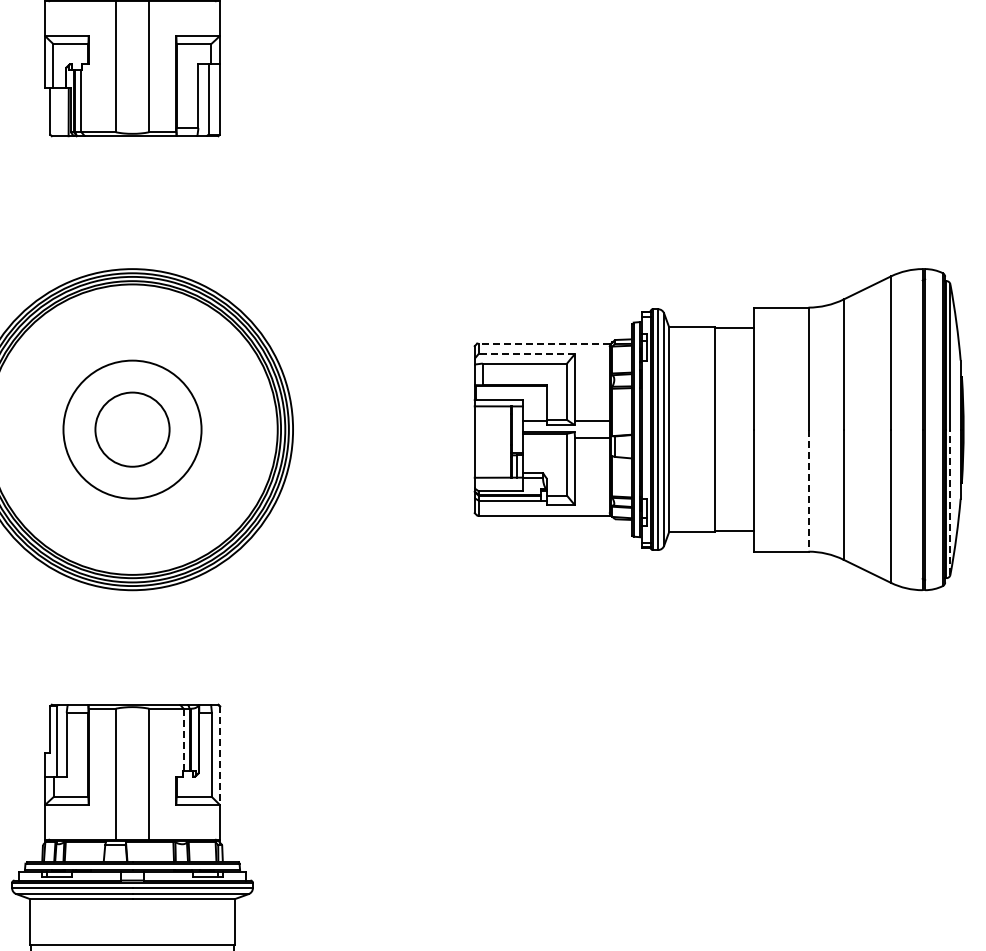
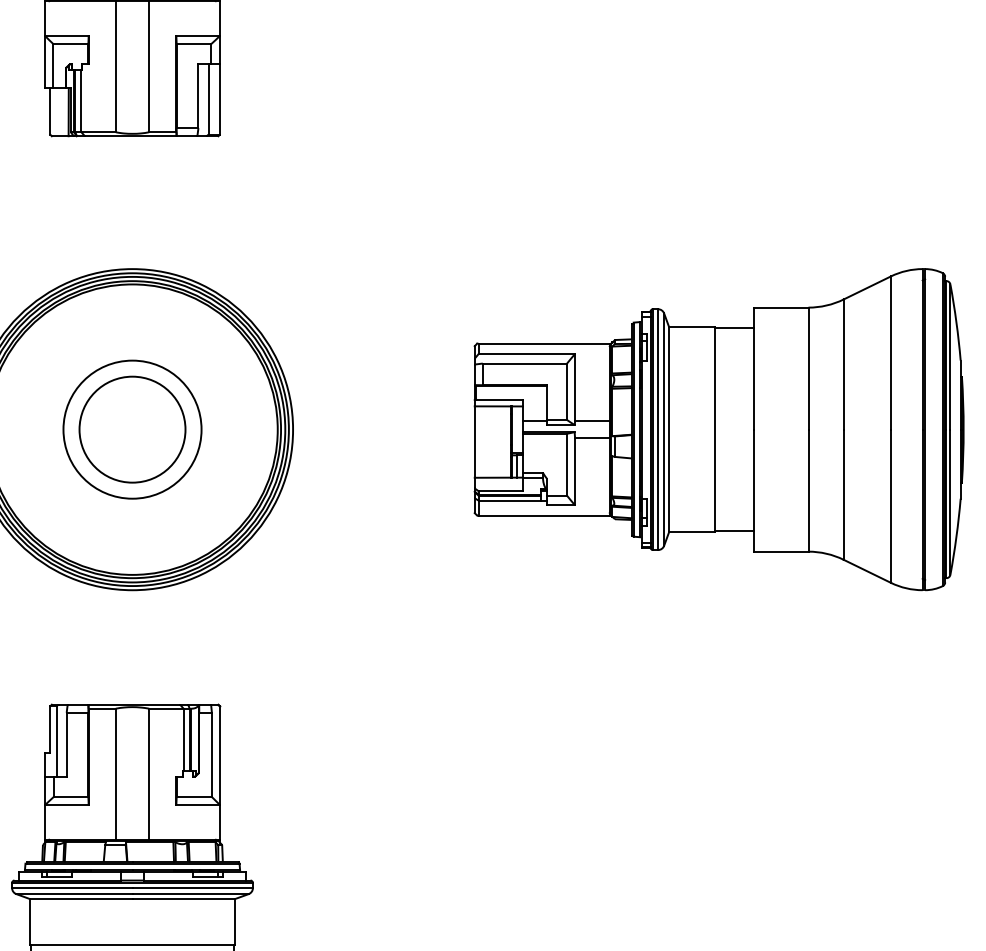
line at (543, 343): dashed -> solid
line at (526, 353): dashed -> solid
circle at (132, 429) diameter: 74 px -> 106 px
line at (808, 491): dashed -> solid
line at (950, 502): dashed -> solid
line at (183, 740): dashed -> solid
line at (219, 755): dashed -> solid
